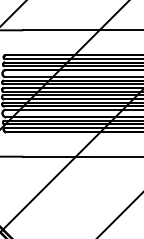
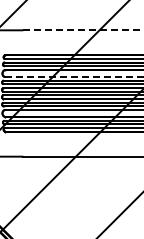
line at (83, 30): solid -> dashed
line at (74, 76): solid -> dashed
